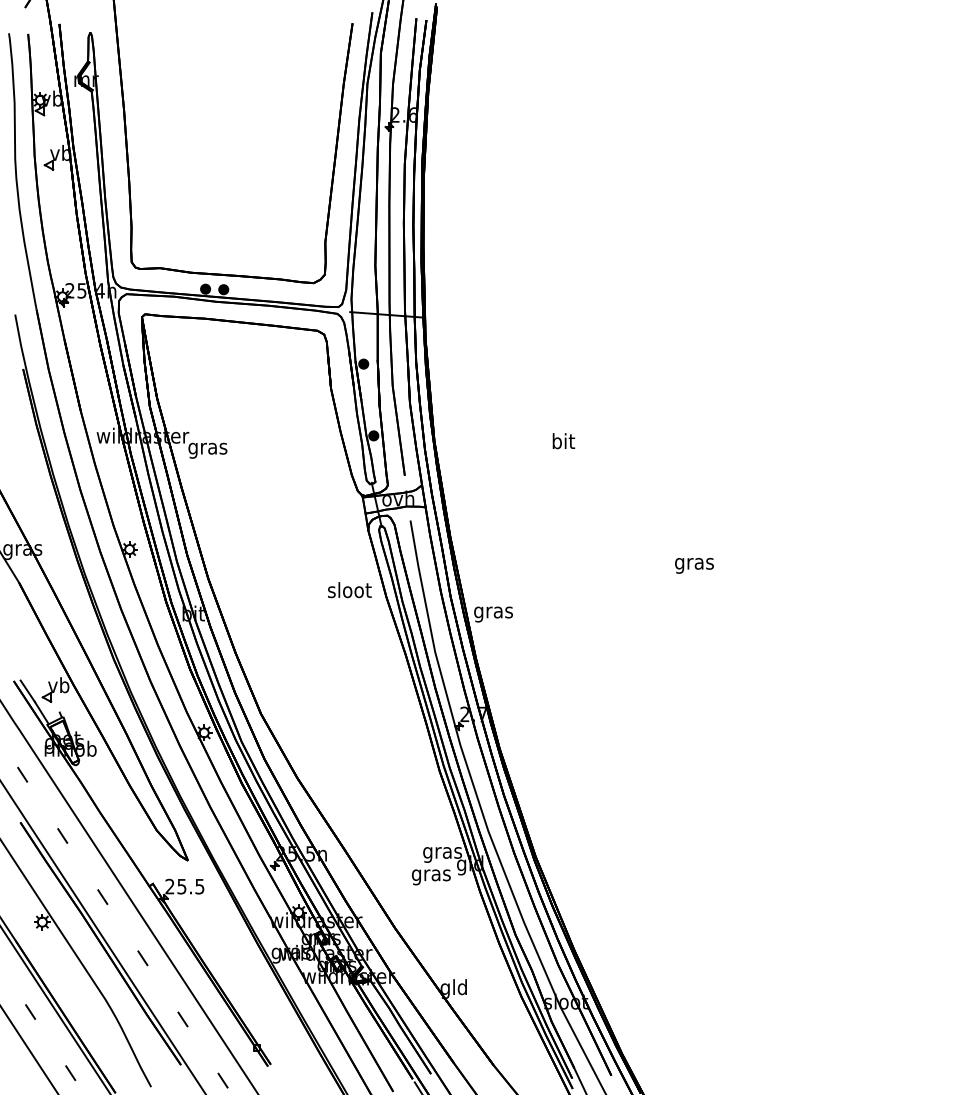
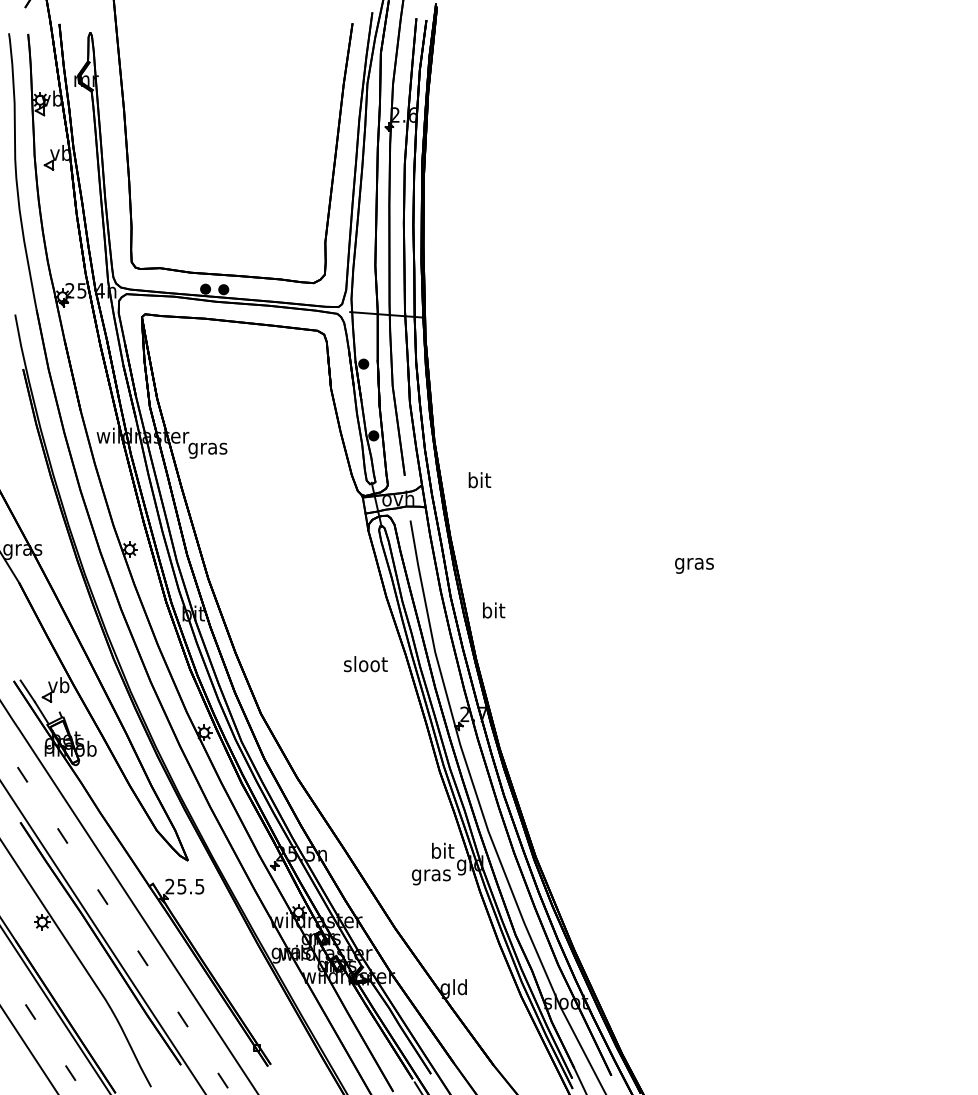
text at (563, 441) position: (563, 441) -> (479, 480)
text at (349, 590) position: (349, 590) -> (365, 664)
text at (493, 612): gras -> bit
text at (442, 852): gras -> bit
